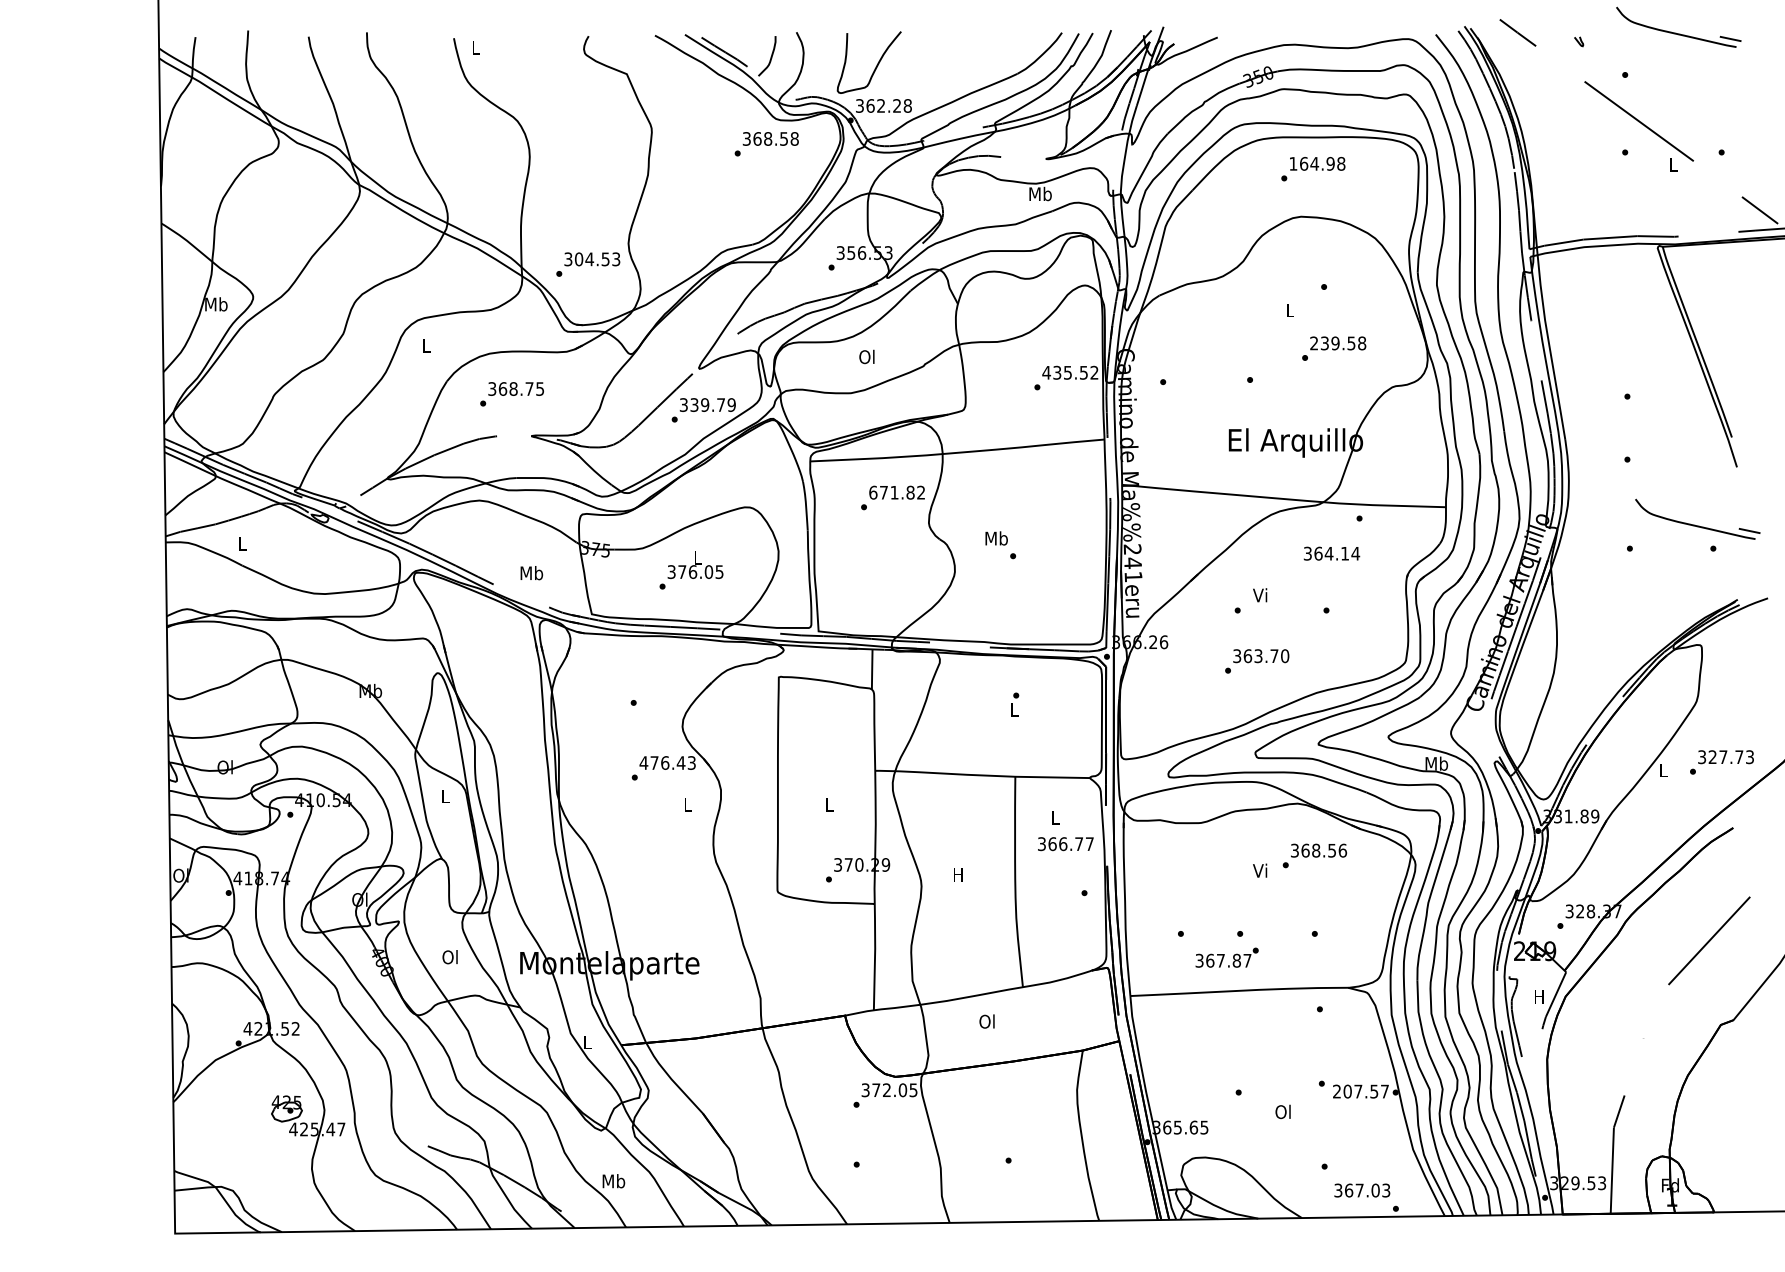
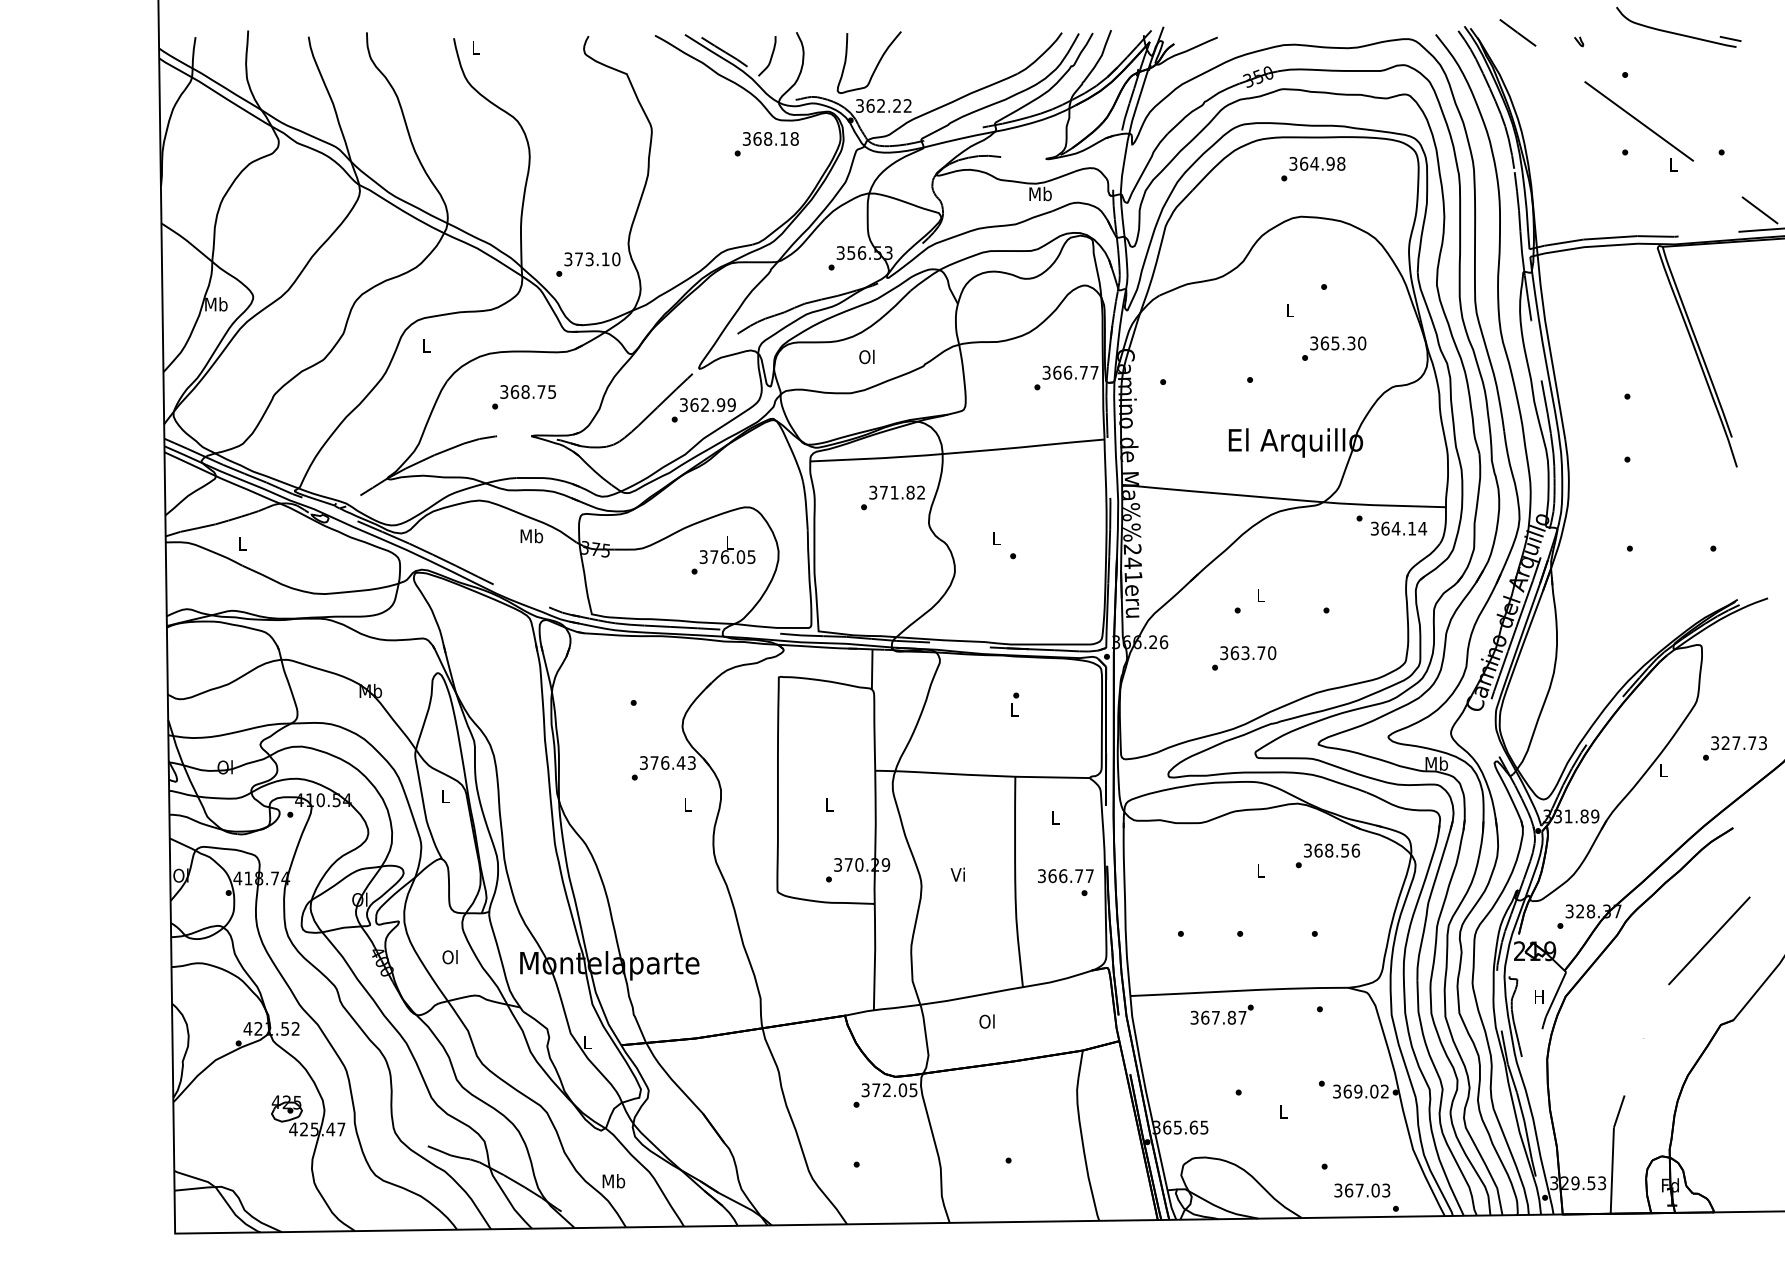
text at (907, 105): 362.28 -> 362.22
text at (783, 138): 368.58 -> 368.18
text at (1293, 163): 164.98 -> 364.98
text at (597, 259): 304.53 -> 373.10
text at (1338, 343): 239.58 -> 365.30
text at (1070, 372): 435.52 -> 366.77
text at (511, 394) position: (511, 394) -> (523, 397)
text at (707, 404): 339.79 -> 362.99
text at (873, 492): 671.82 -> 371.82
part at (1695, 524): present -> none
text at (996, 538): Mb -> L
text at (1331, 553) position: (1331, 553) -> (1398, 528)
text at (691, 570) position: (691, 570) -> (723, 555)
text at (531, 573) position: (531, 573) -> (531, 536)
text at (1260, 595): Vi -> L
text at (1257, 661) position: (1257, 661) -> (1244, 658)
text at (643, 762): 476.43 -> 376.43
text at (1721, 762) position: (1721, 762) -> (1734, 748)
text at (1065, 844) position: (1065, 844) -> (1065, 876)
text at (1314, 855) position: (1314, 855) -> (1327, 855)
text at (1260, 870): Vi -> L
text at (957, 874): H -> Vi
text at (1226, 957) position: (1226, 957) -> (1221, 1014)
text at (1360, 1091): 207.57 -> 369.02
text at (1282, 1111): Ol -> L
